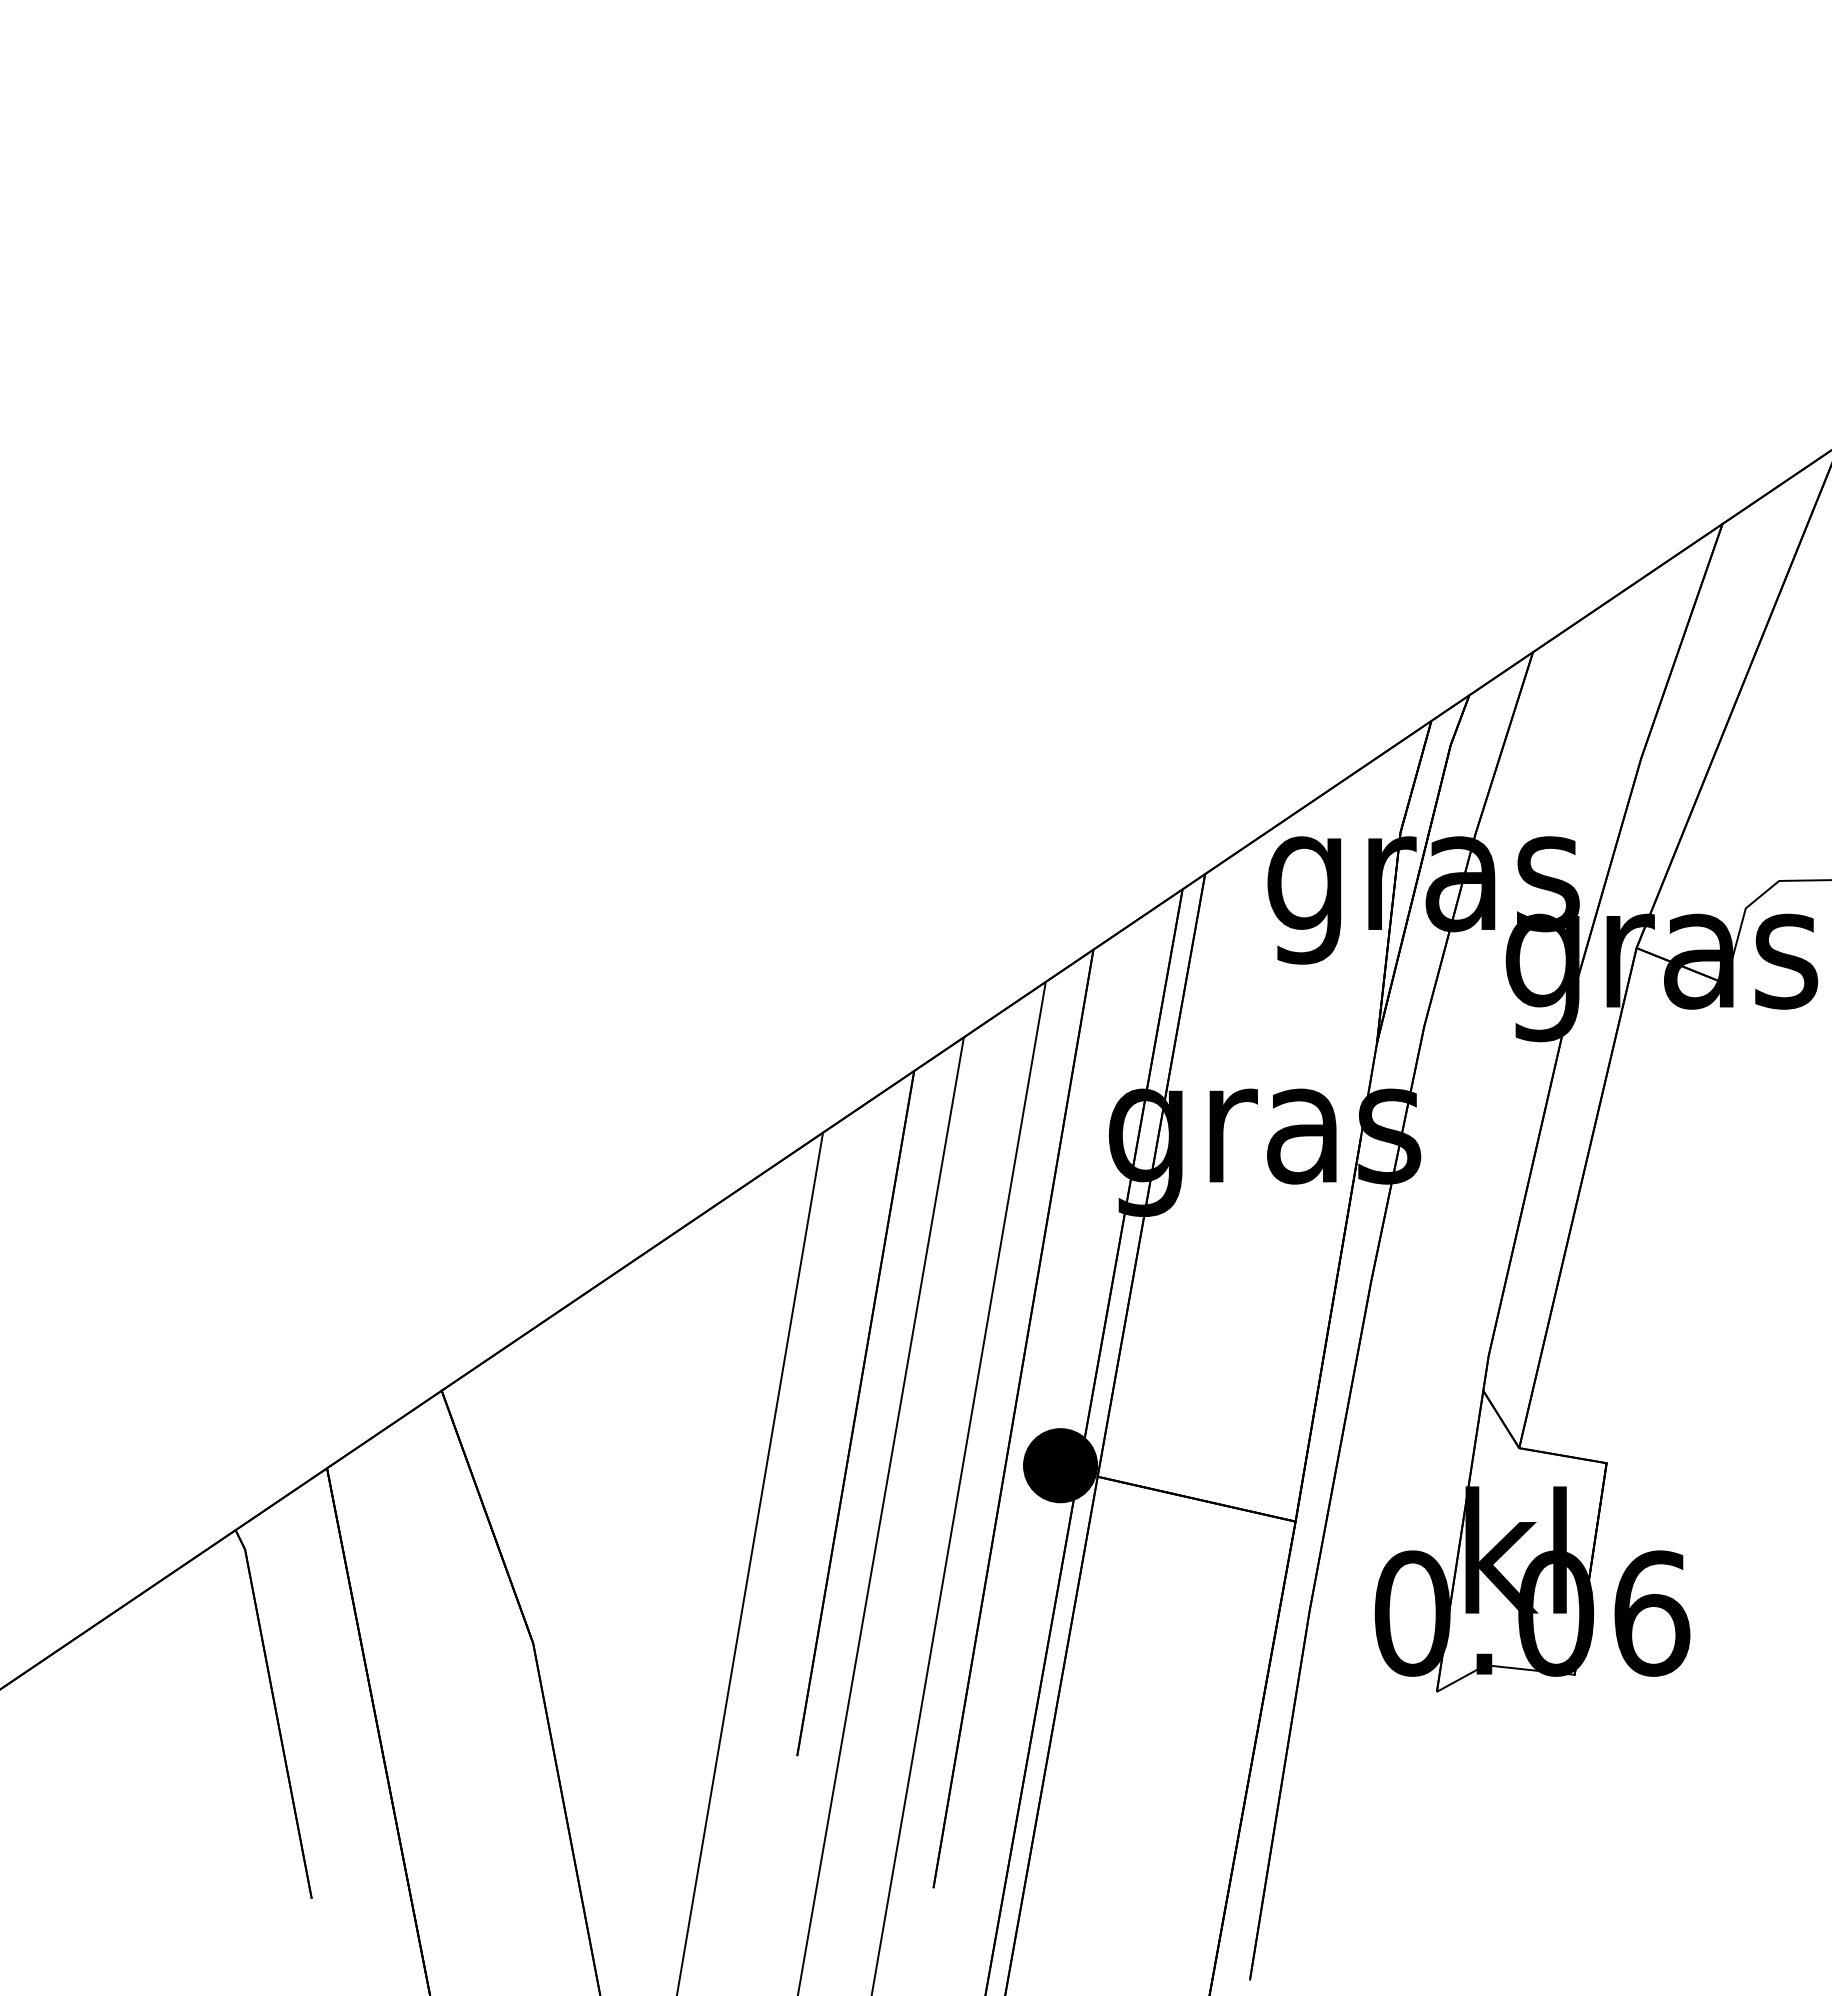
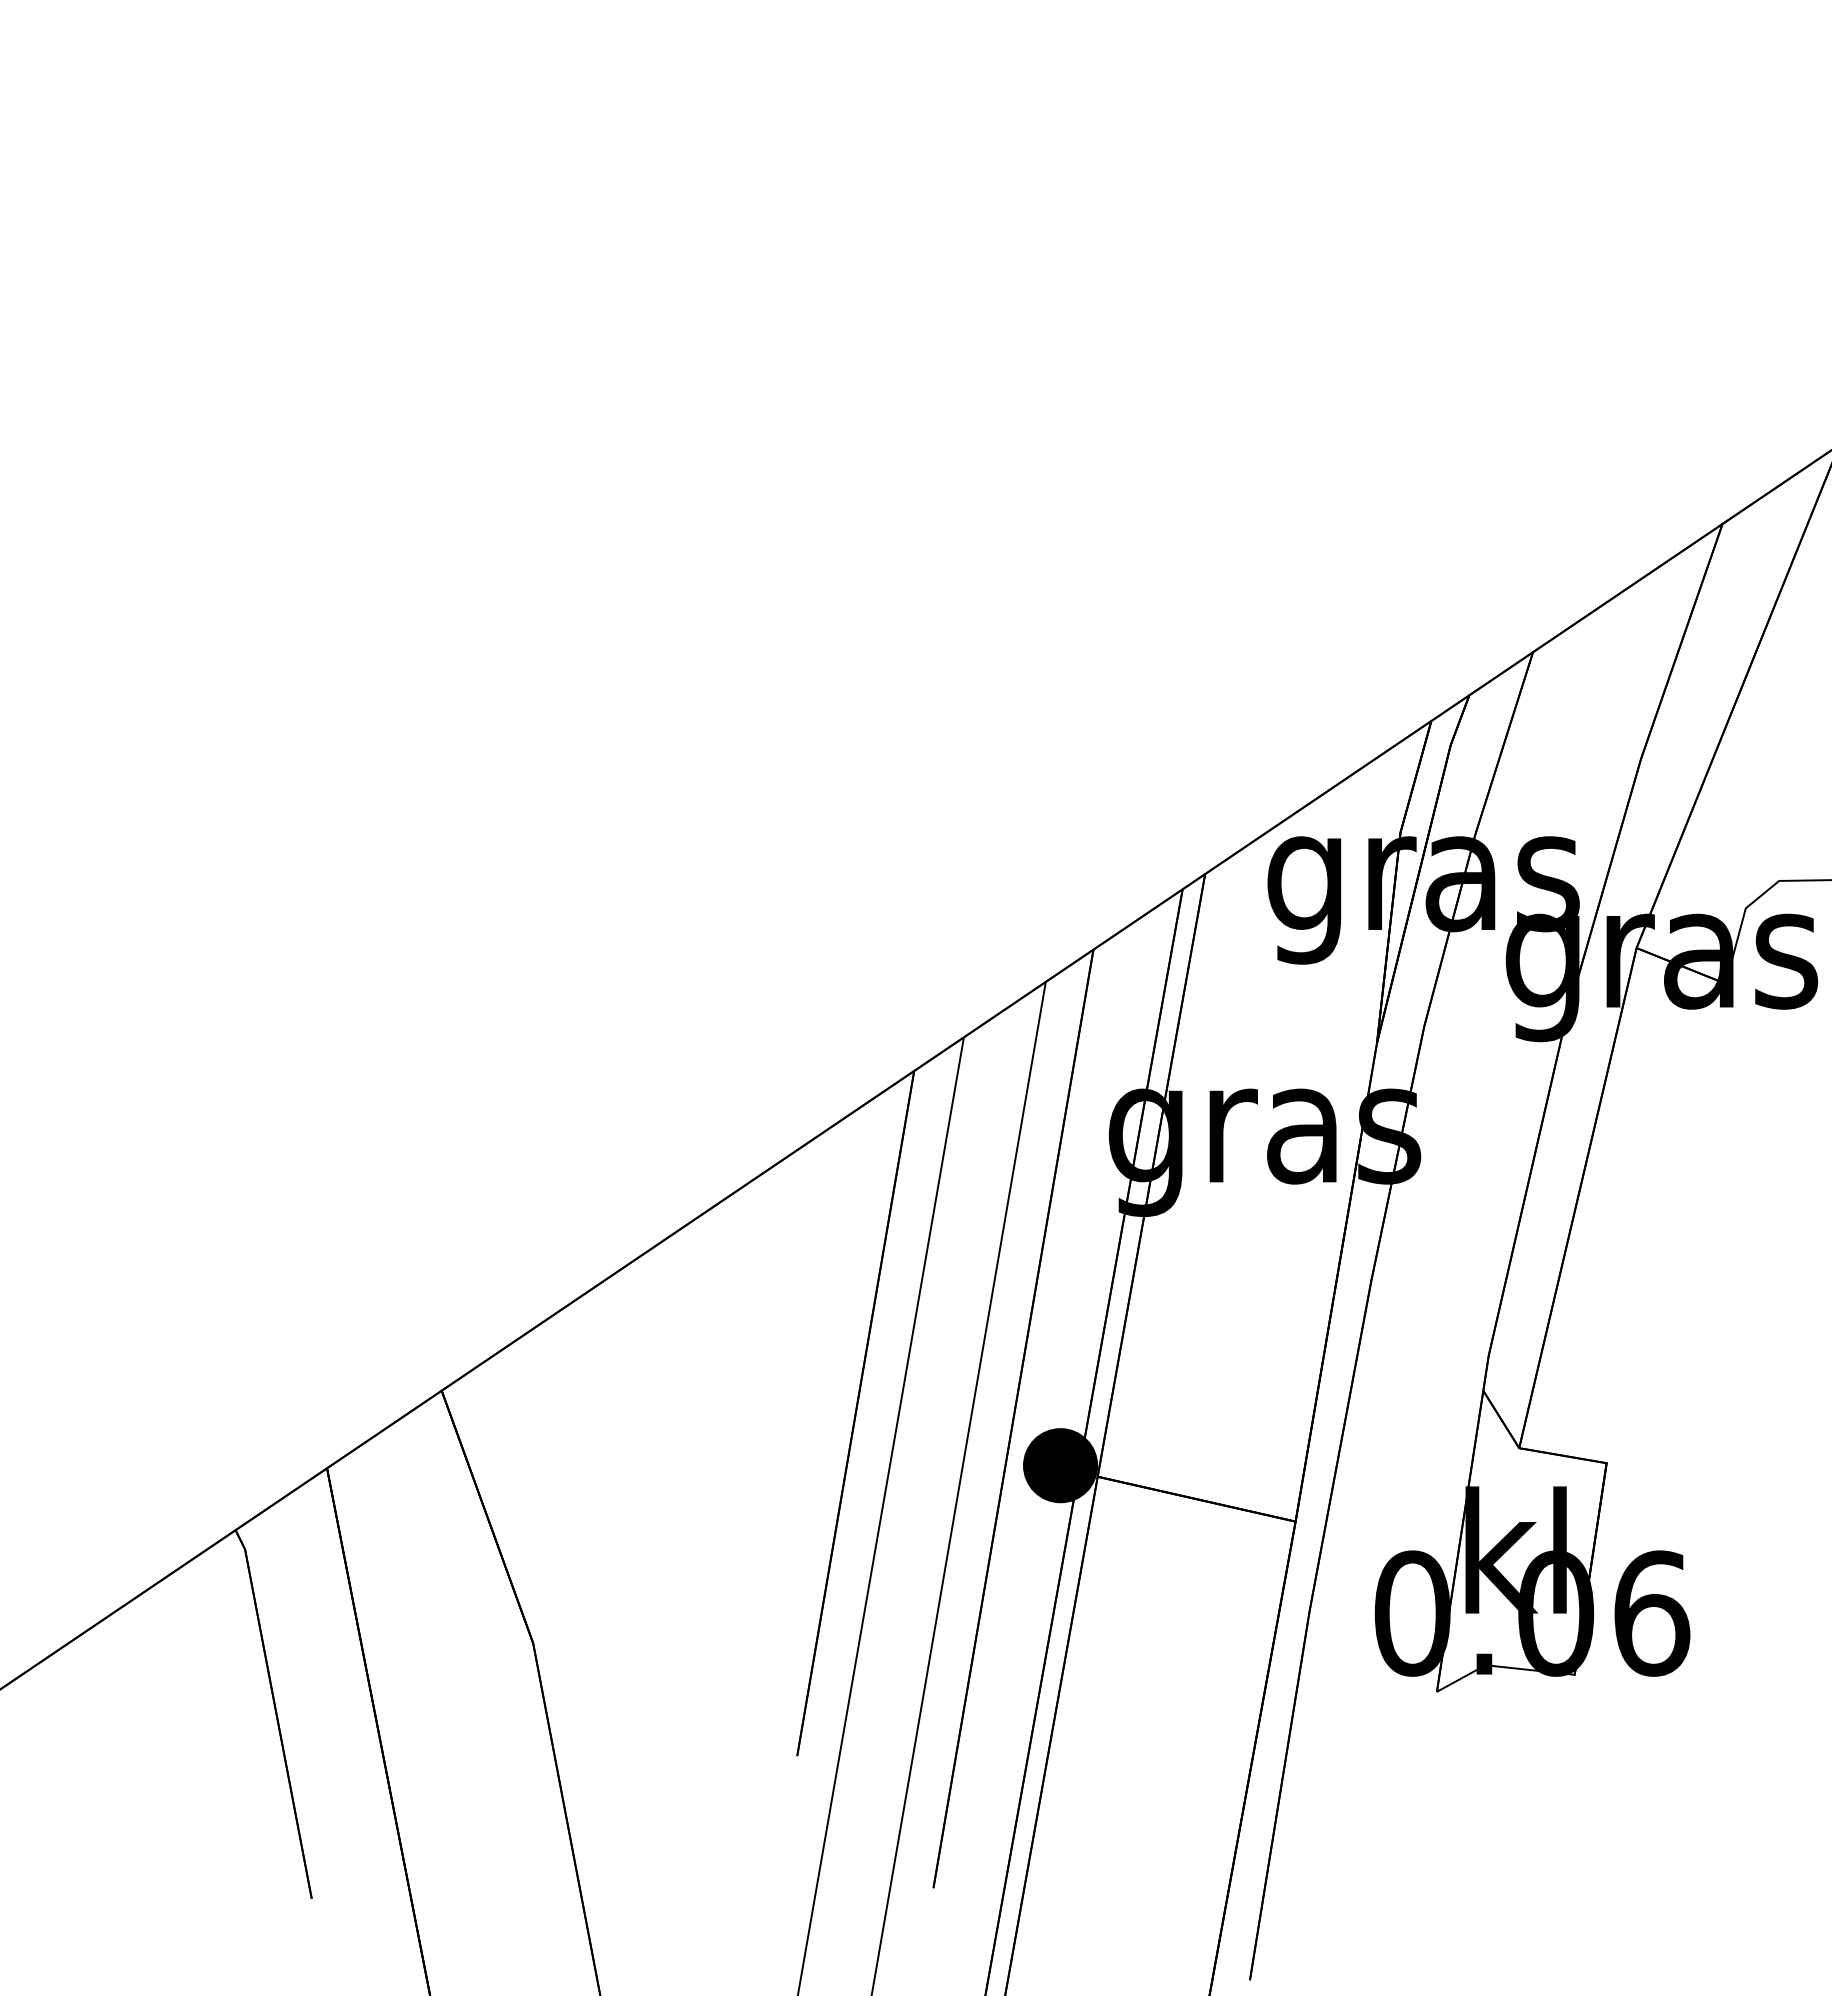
line at (750, 1562): present -> none
